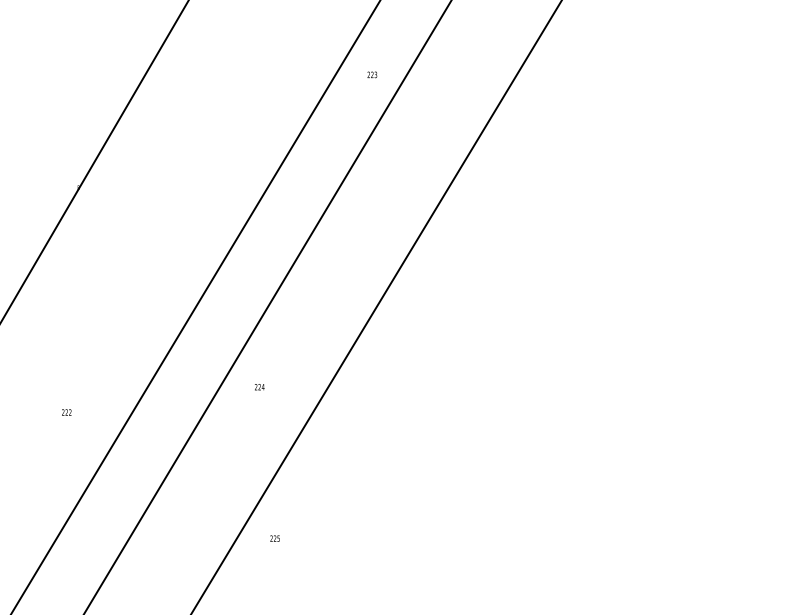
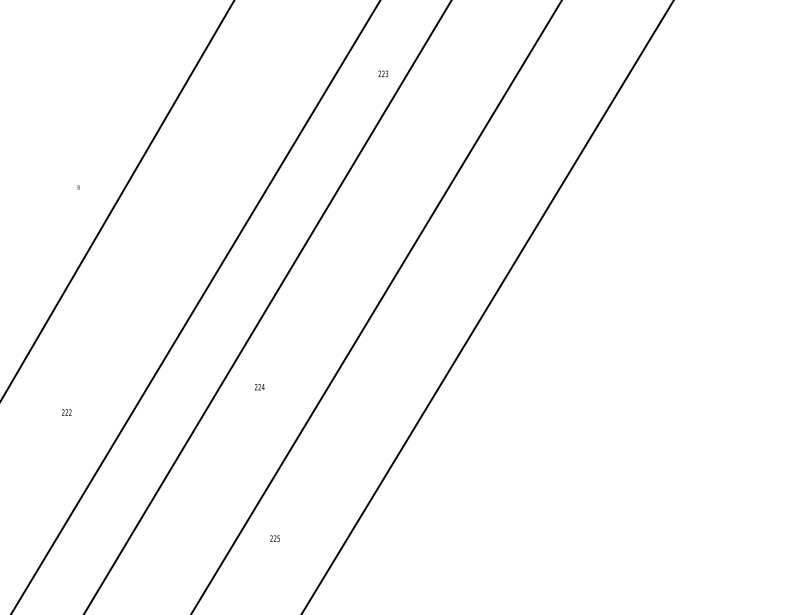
text at (372, 74) position: (372, 74) -> (383, 73)
line at (94, 161) position: (94, 161) -> (117, 200)
line at (487, 306): none -> present
